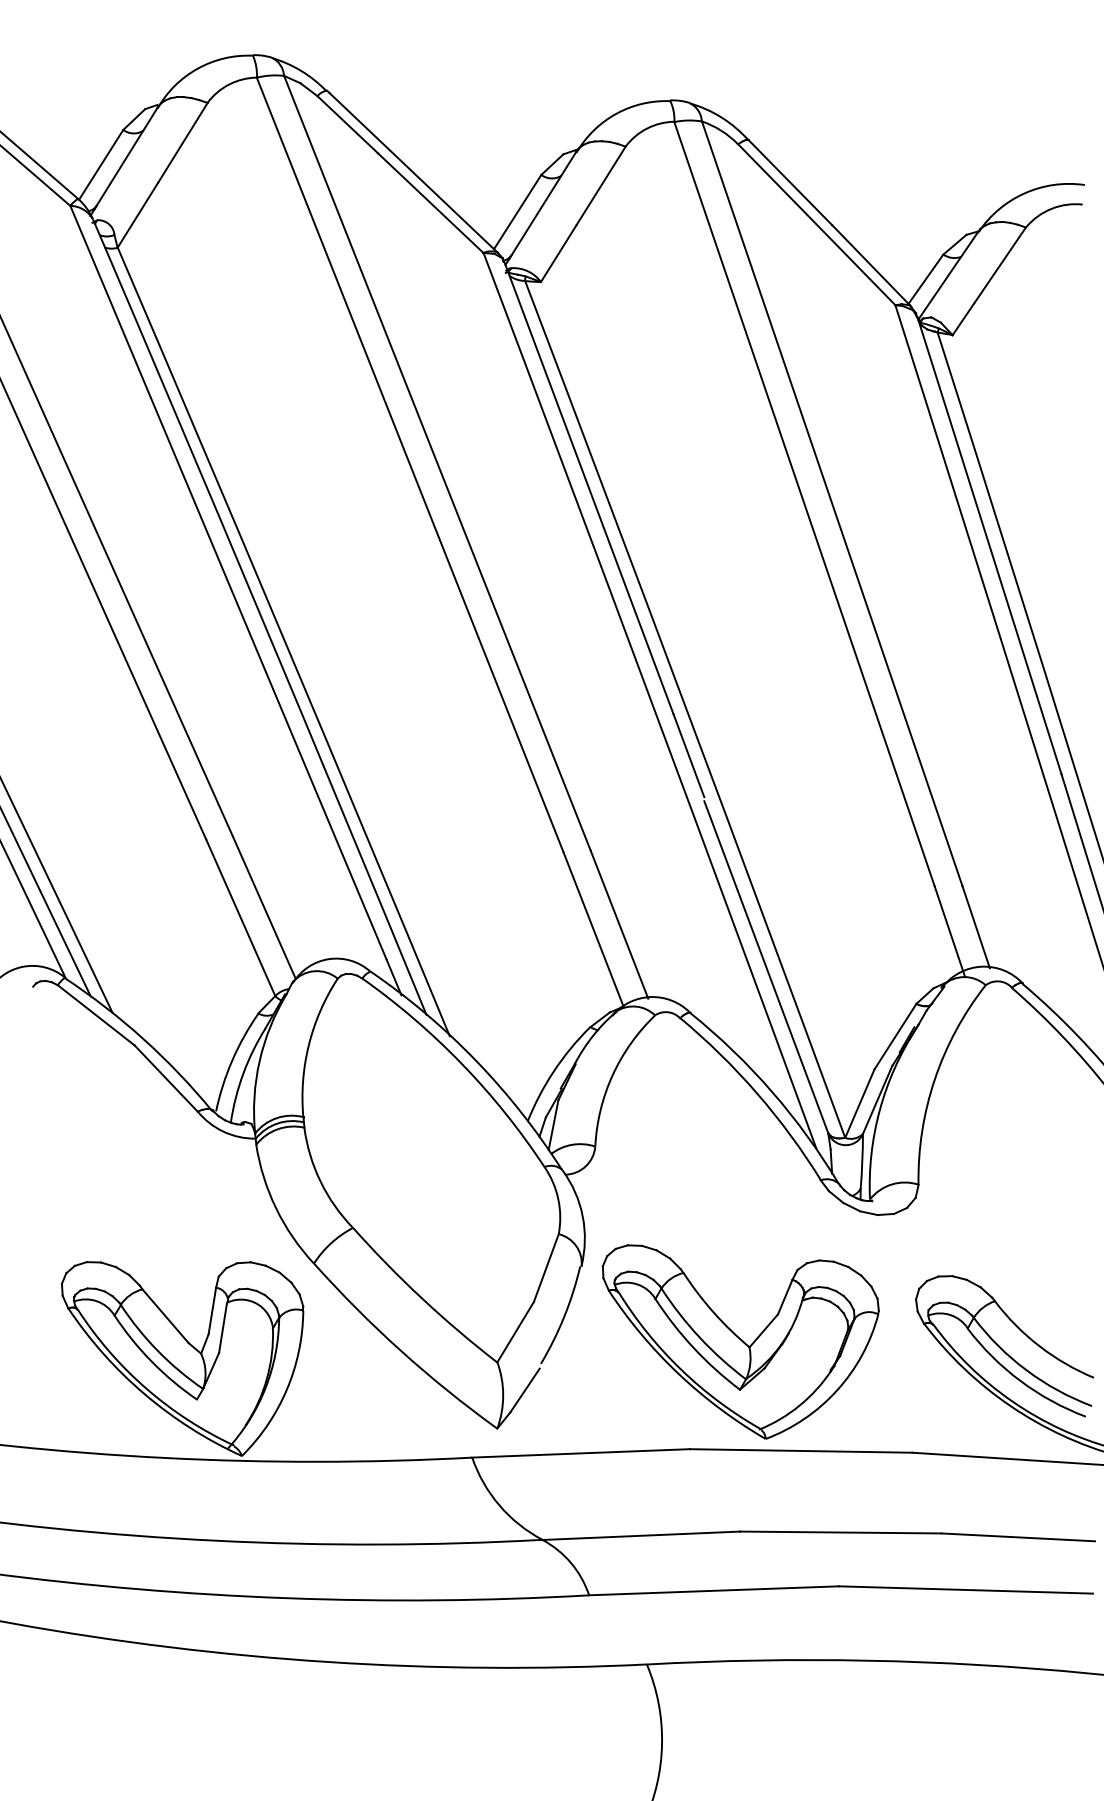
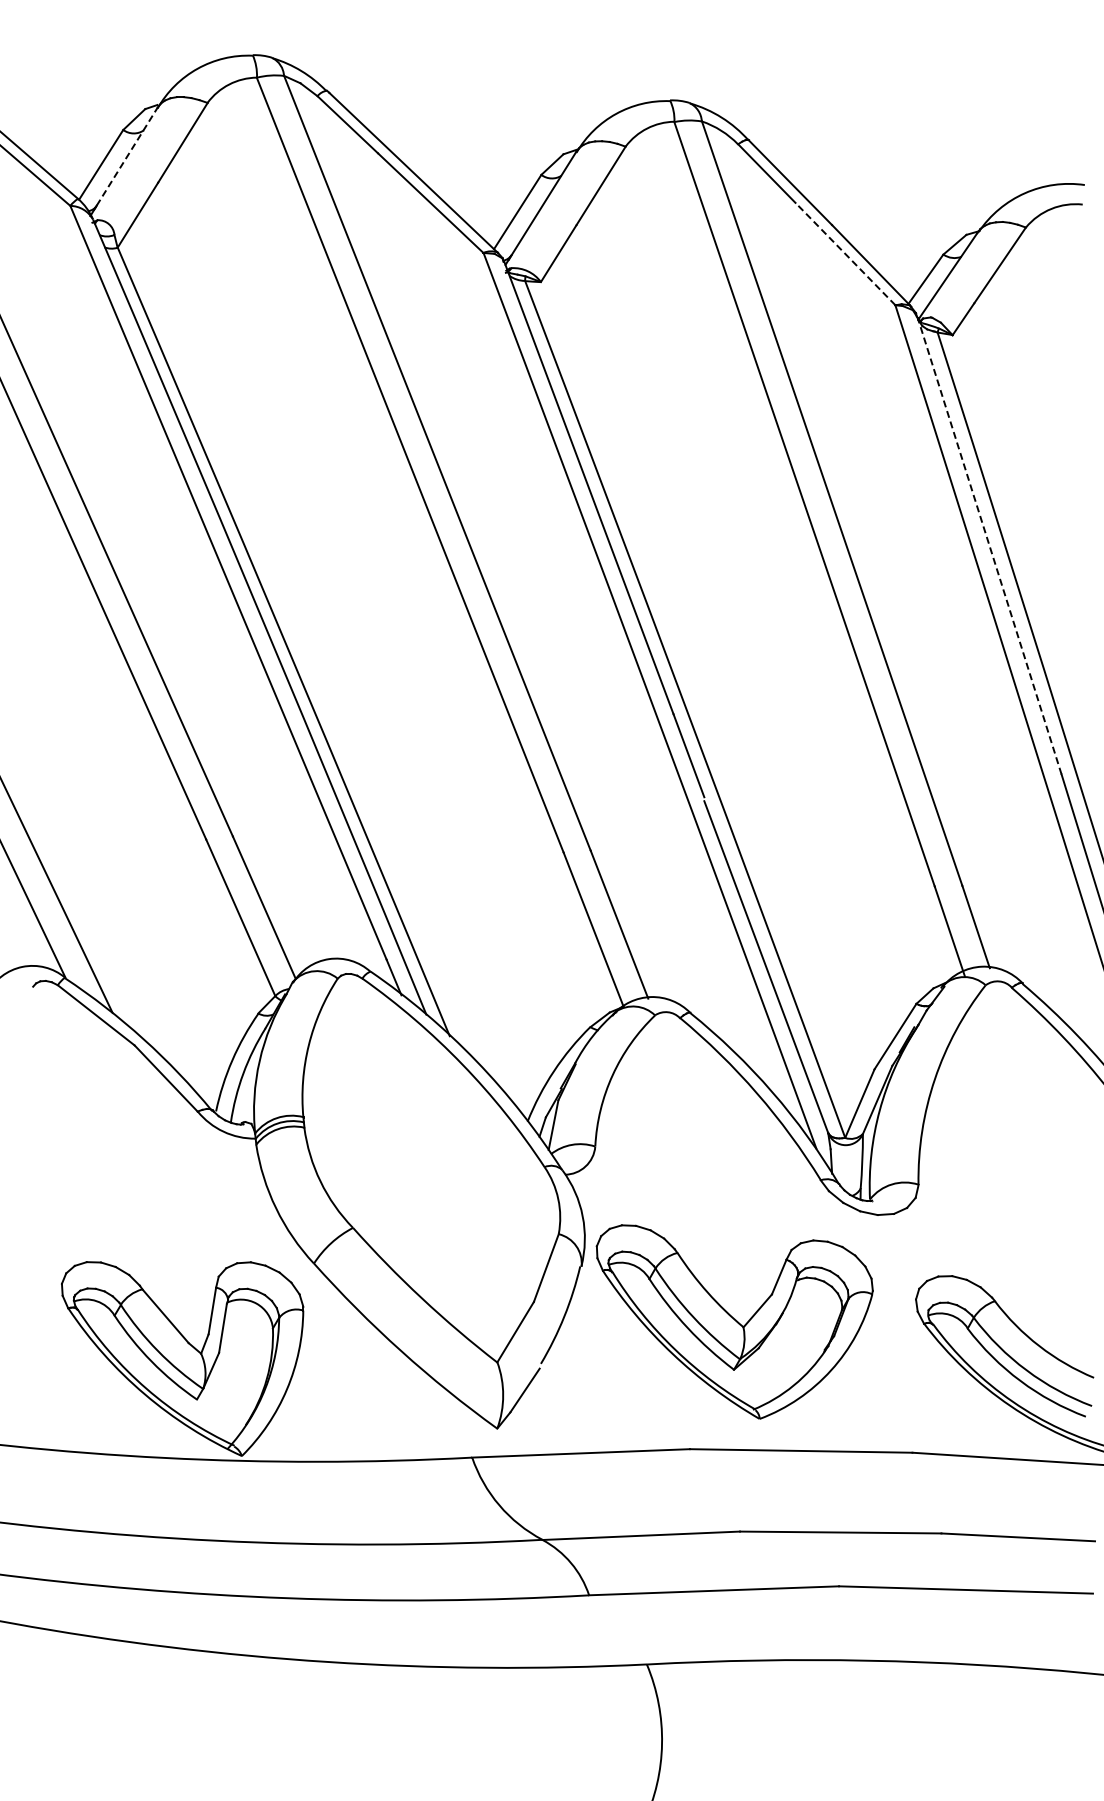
line at (127, 156): solid -> dashed
line at (845, 254): solid -> dashed
line at (989, 545): solid -> dashed
line at (46, 903): present -> none
part at (740, 1341) position: (740, 1341) -> (734, 1321)
